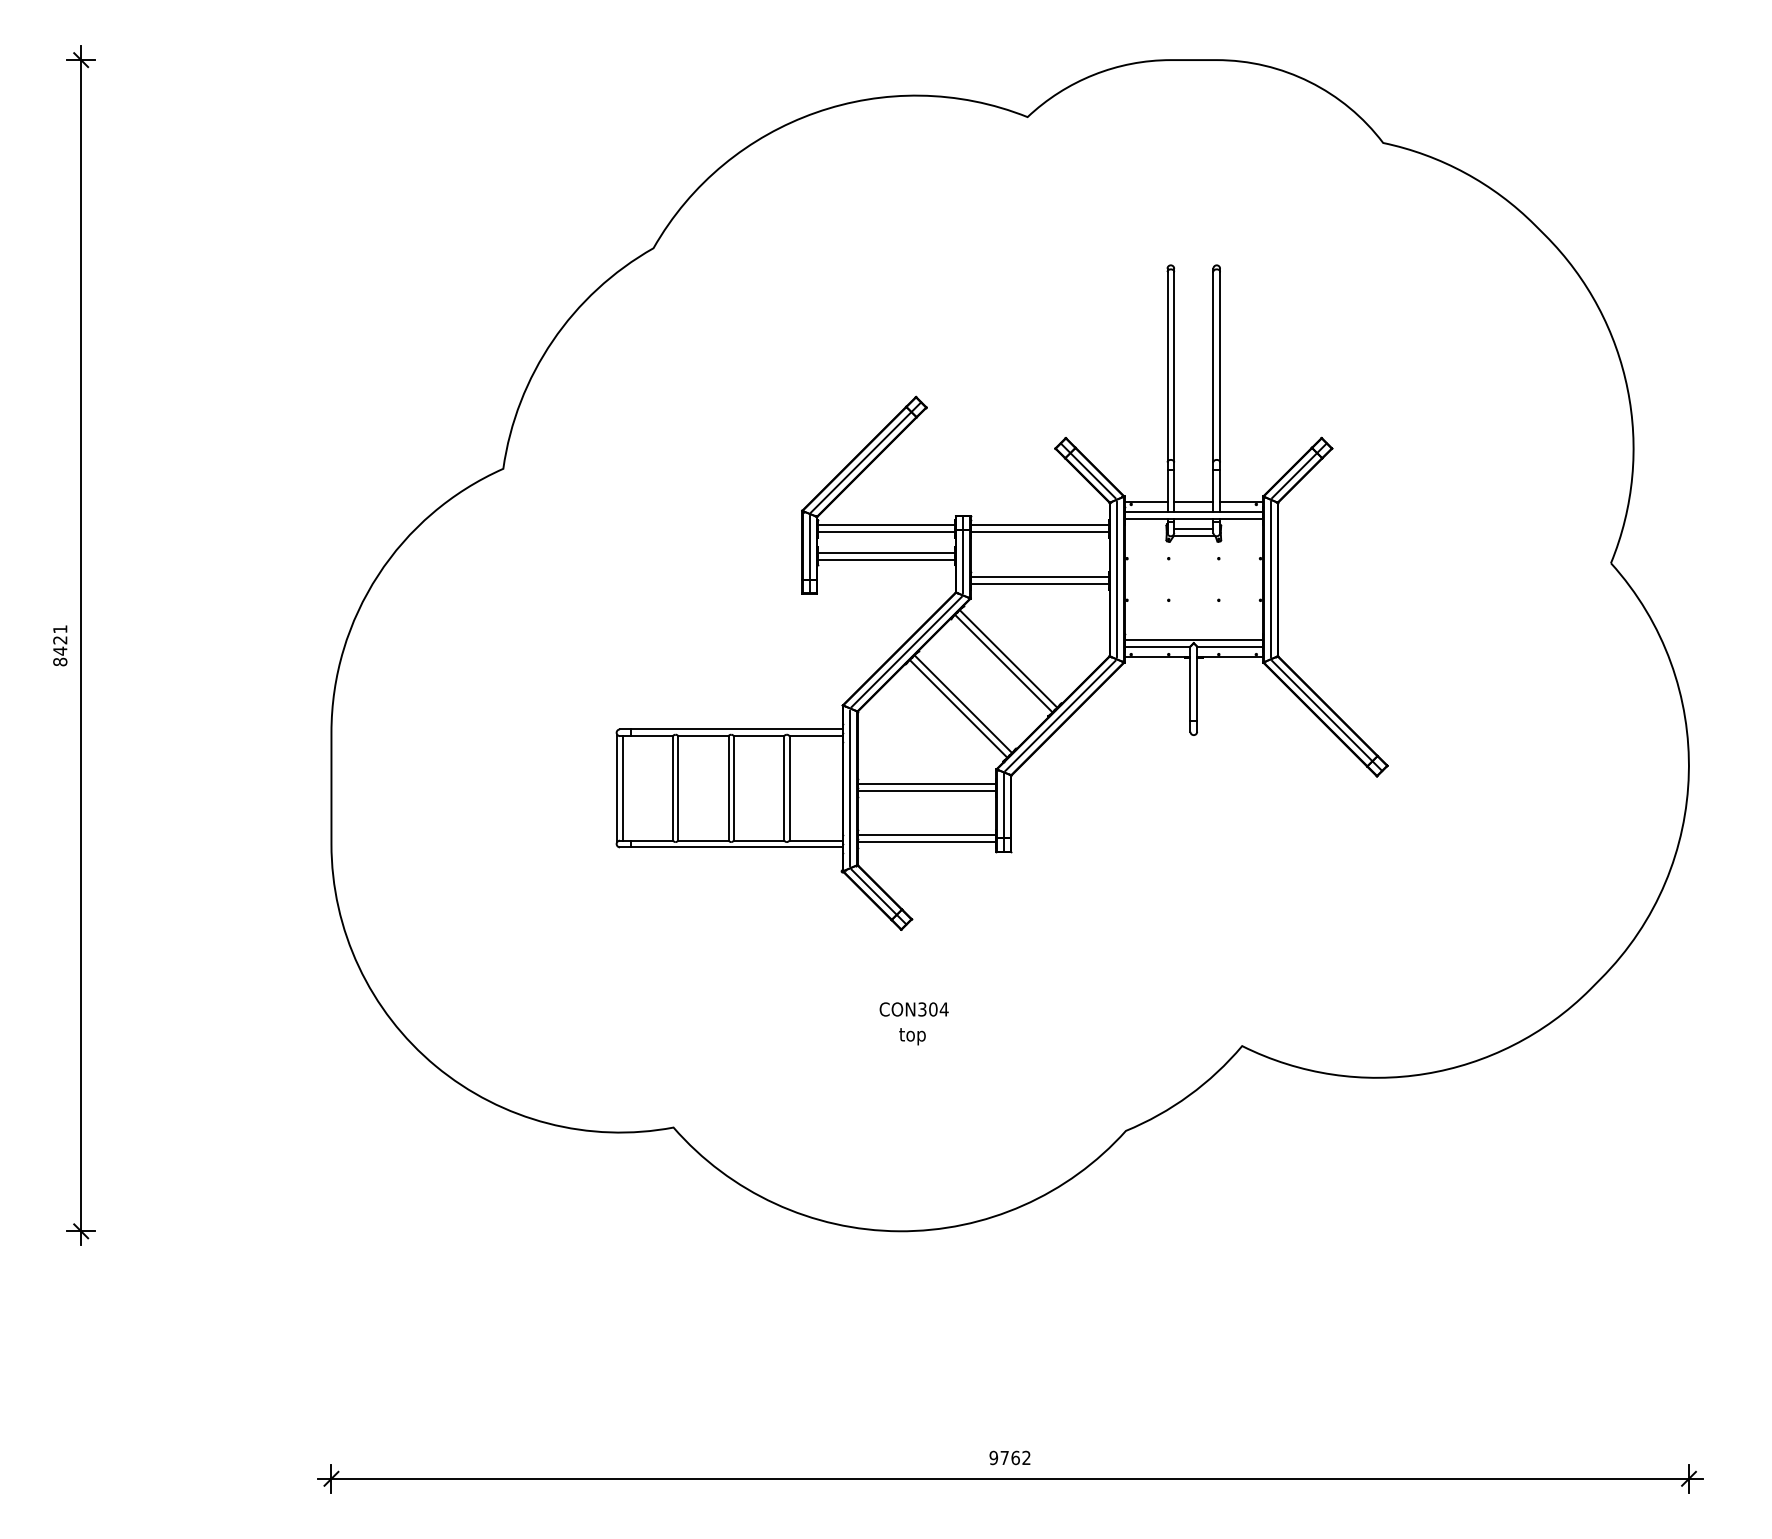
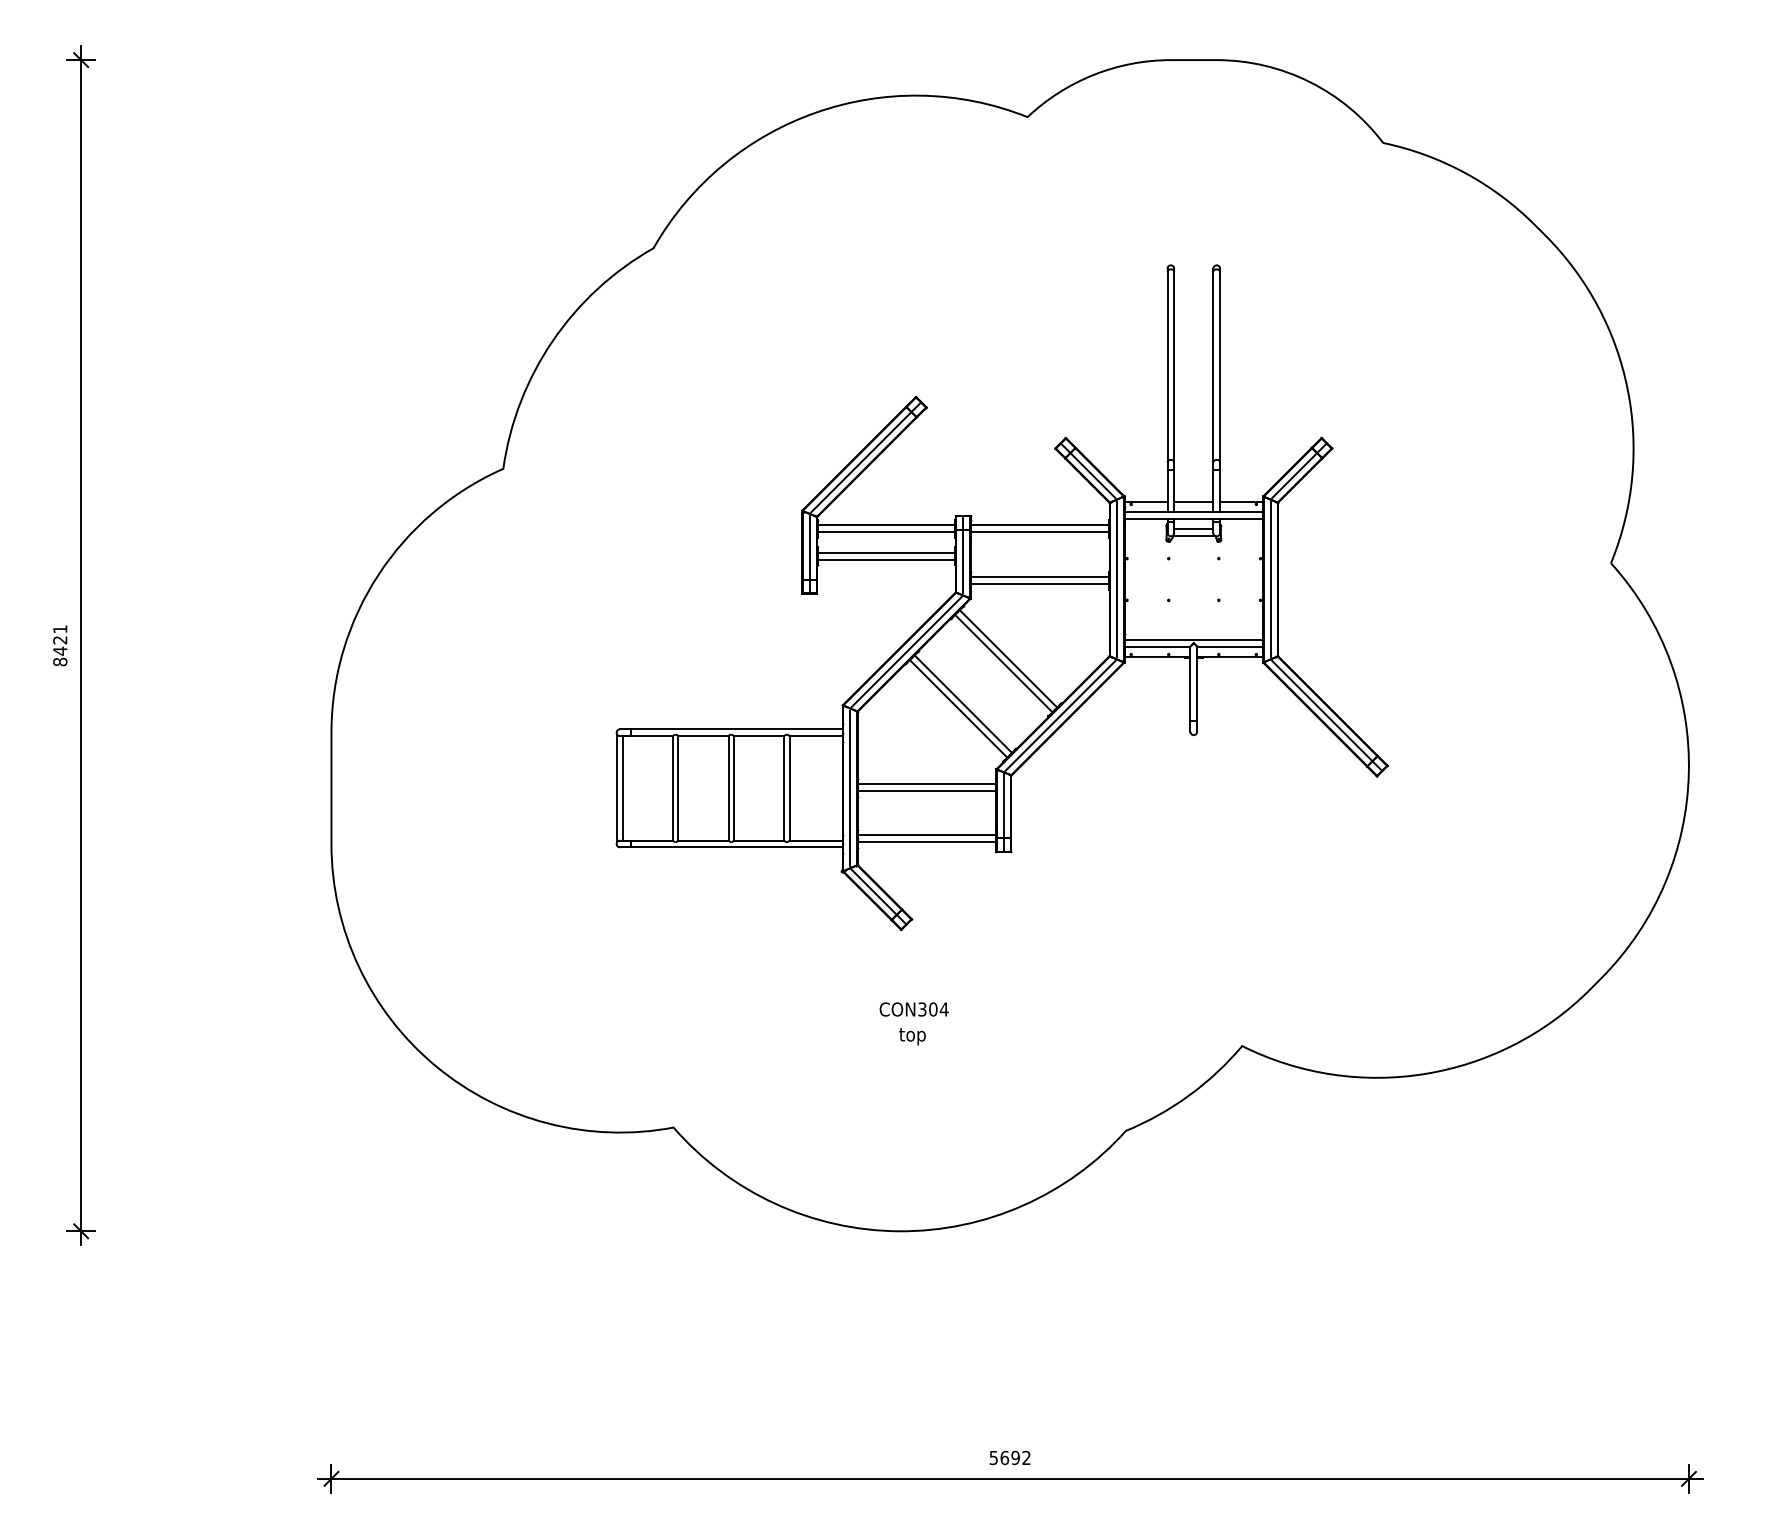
text at (1004, 1457): 9762 -> 5692
